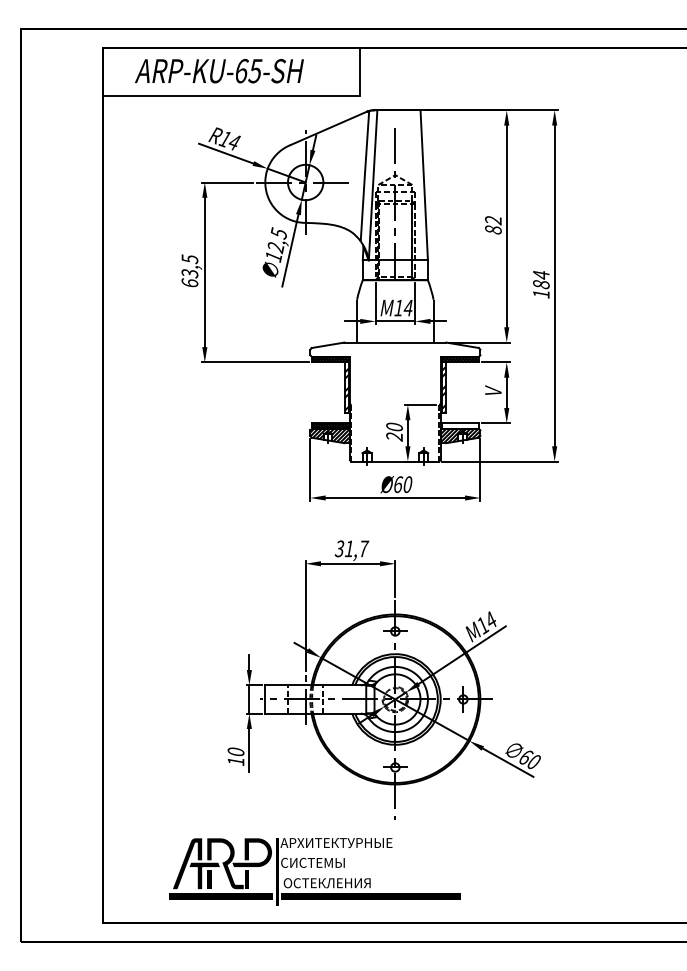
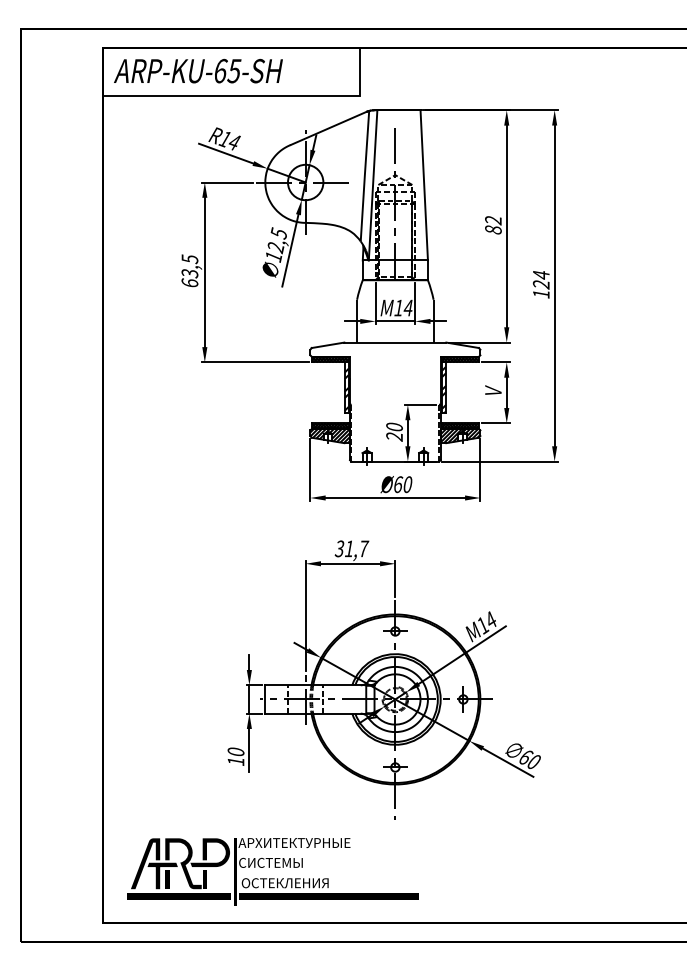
text at (219, 70) position: (219, 70) -> (198, 70)
text at (541, 284): 184 -> 124
hatch at (460, 426): none -> present
text at (314, 871) position: (314, 871) -> (272, 871)
